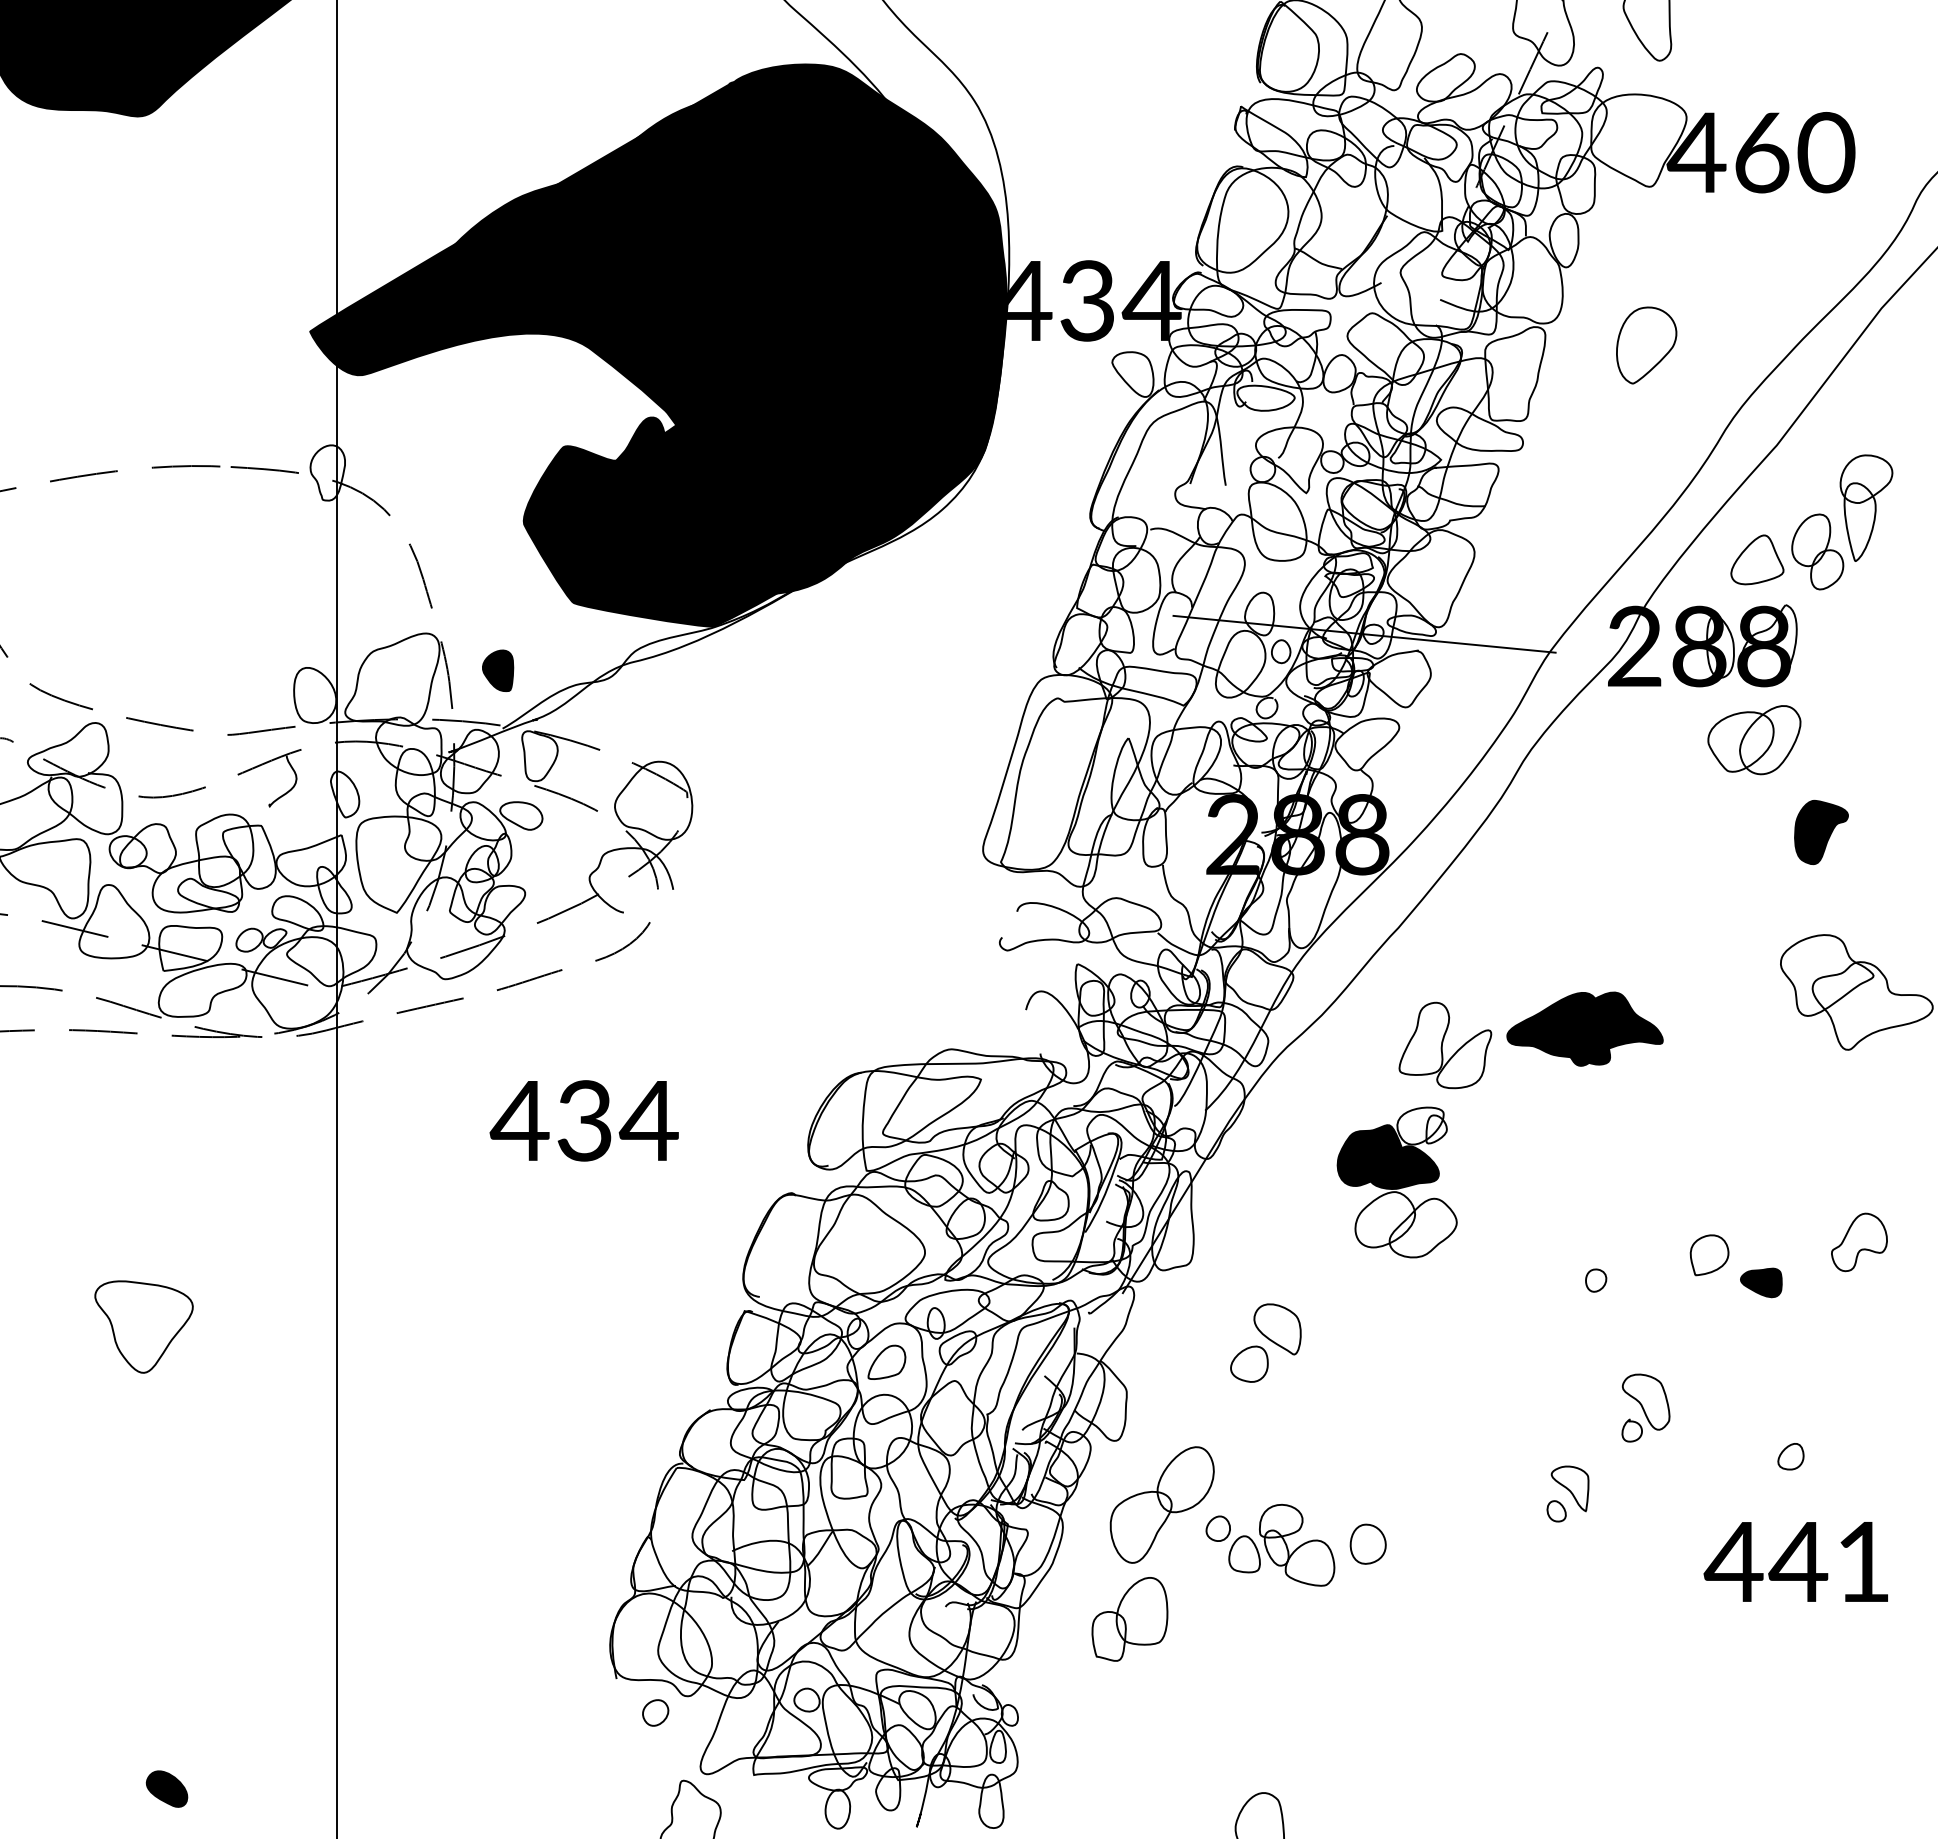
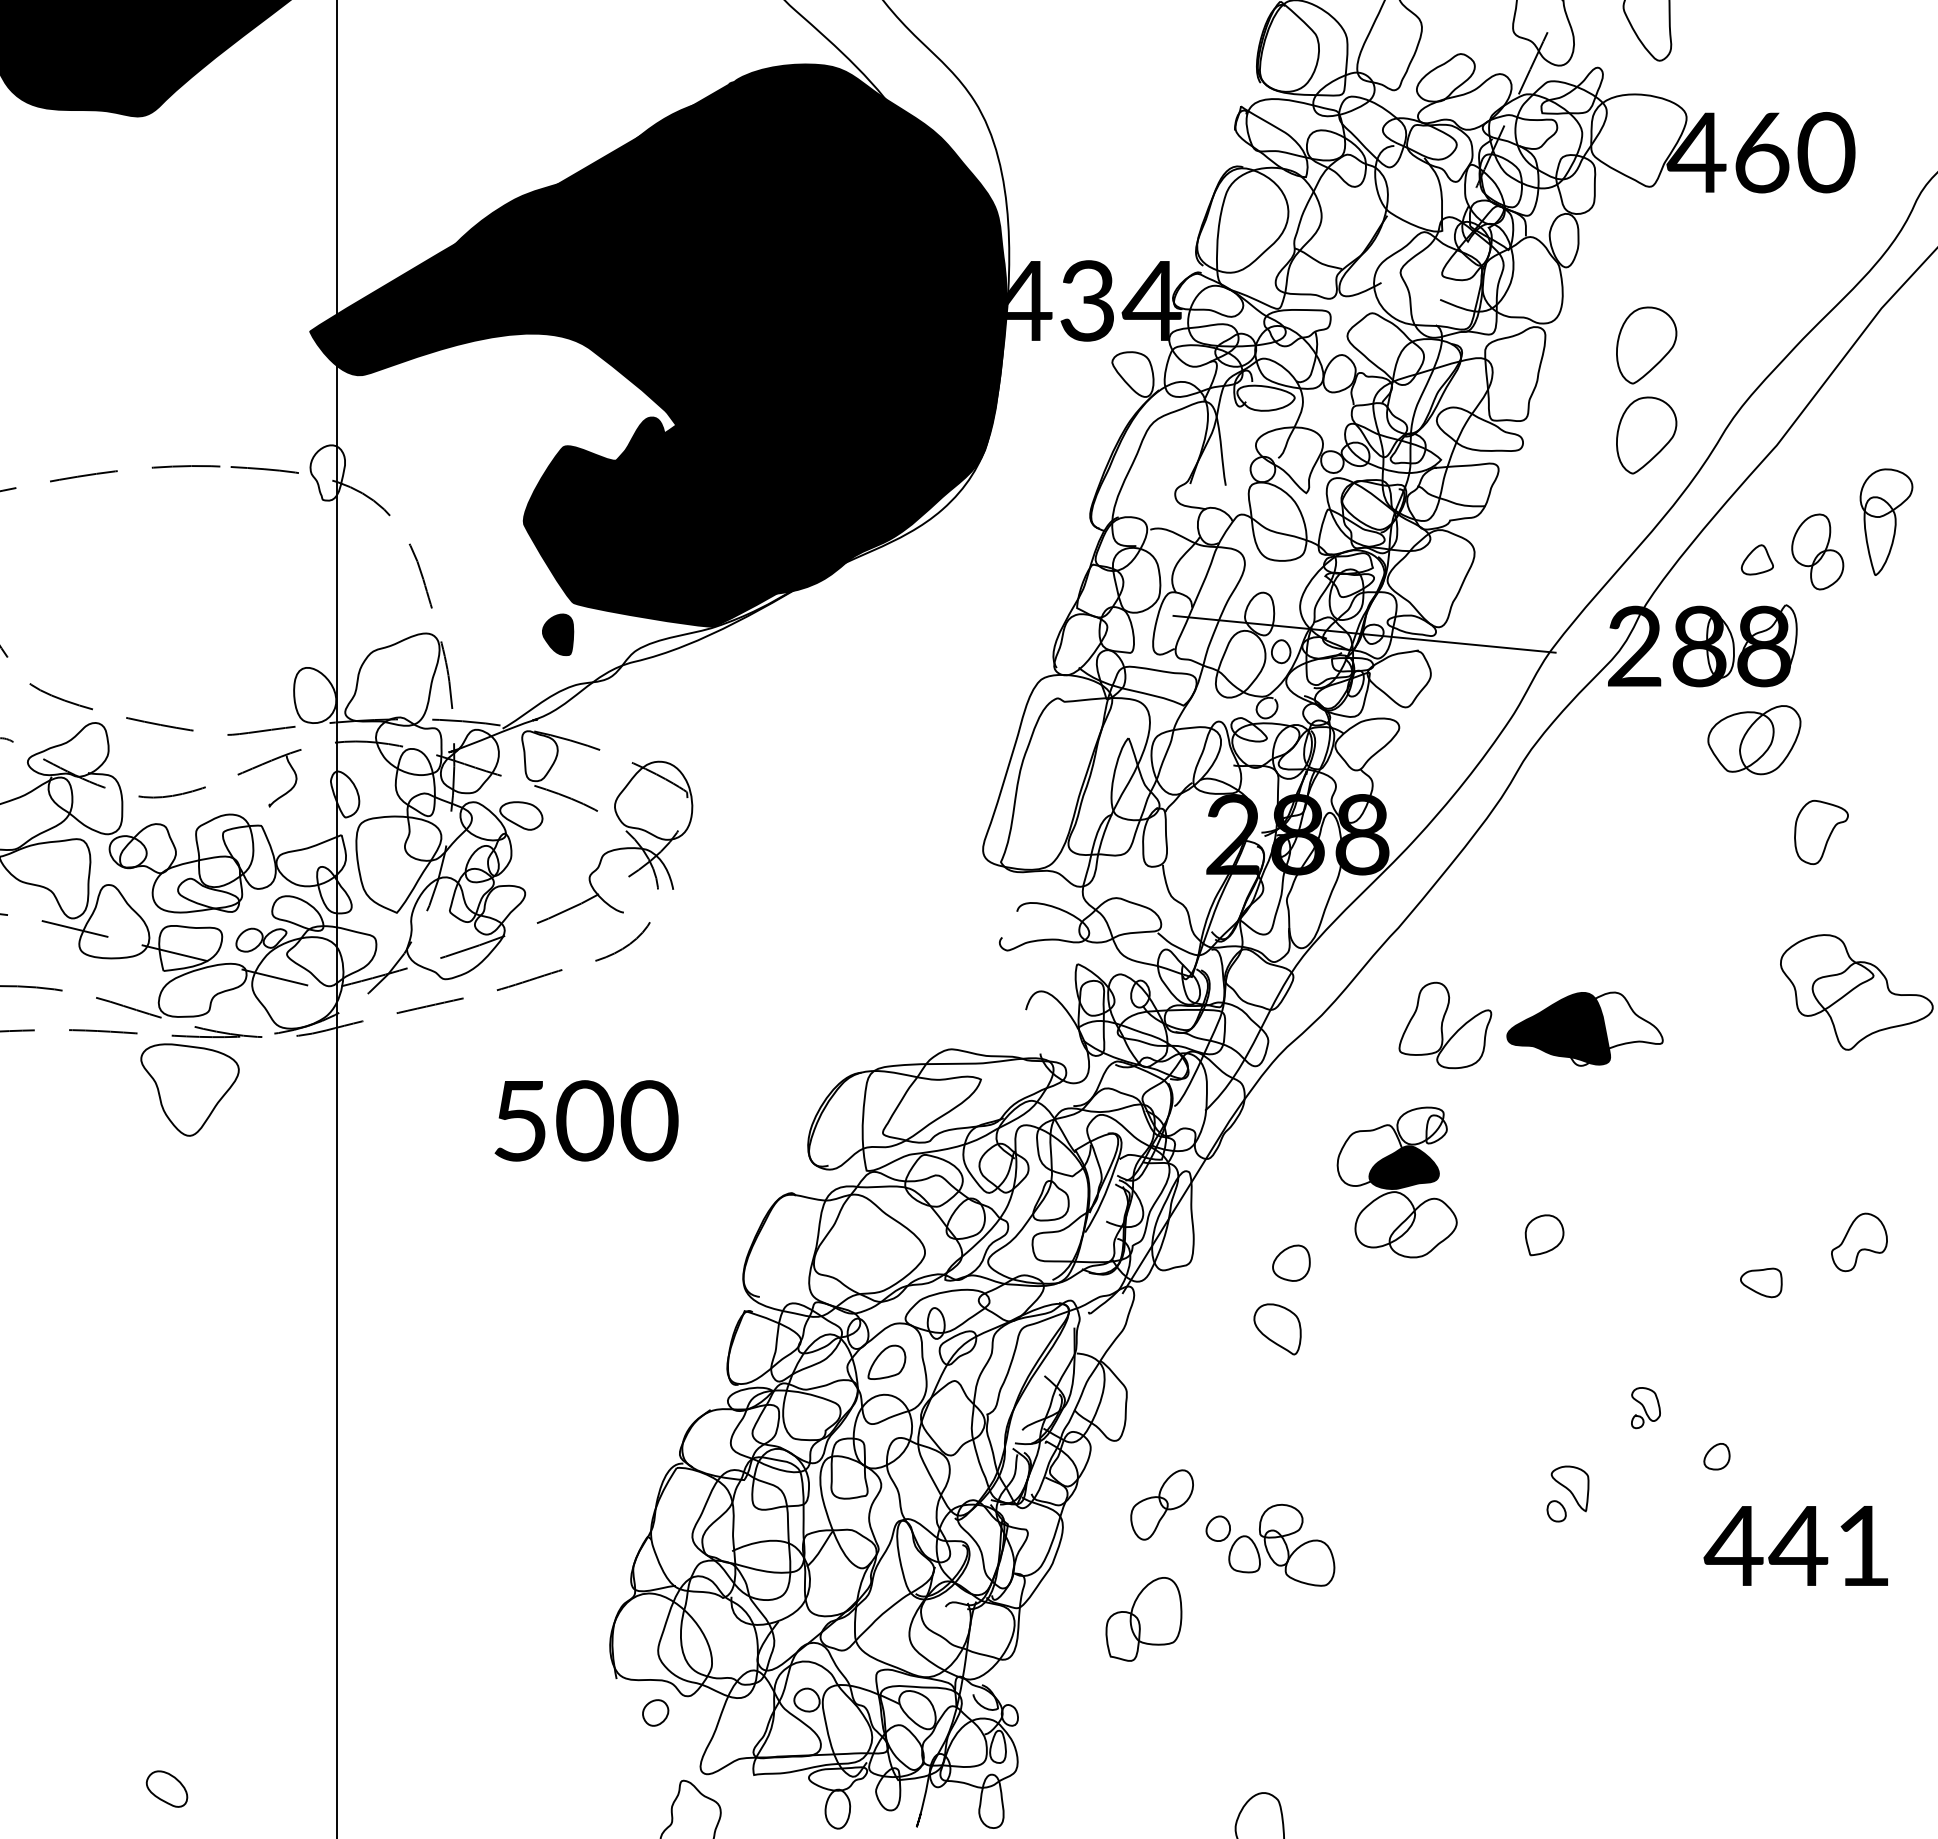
part at (1646, 435): none -> present
part at (1866, 507) position: (1866, 507) -> (1886, 521)
part at (1757, 559) size: 55x52 px -> 34x32 px
part at (498, 670) position: (498, 670) -> (558, 634)
fill at (1821, 832): present -> none
fill at (1611, 1028): present -> none
part at (1445, 1045) position: (1445, 1045) -> (1445, 1025)
text at (583, 1120): 434 -> 500
fill at (1370, 1155): present -> none
part at (1709, 1255) position: (1709, 1255) -> (1544, 1235)
part at (1596, 1280): present -> none
fill at (1760, 1282): present -> none
part at (143, 1326) position: (143, 1326) -> (189, 1089)
part at (1249, 1363) position: (1249, 1363) -> (1291, 1262)
part at (1645, 1407) size: 50x70 px -> 30x43 px
part at (1790, 1456) position: (1790, 1456) -> (1716, 1456)
part at (1161, 1504) size: 106x118 px -> 64x72 px
part at (1367, 1543): present -> none
text at (1795, 1561) position: (1795, 1561) -> (1795, 1545)
part at (1129, 1619) position: (1129, 1619) -> (1143, 1619)
fill at (166, 1788): present -> none
